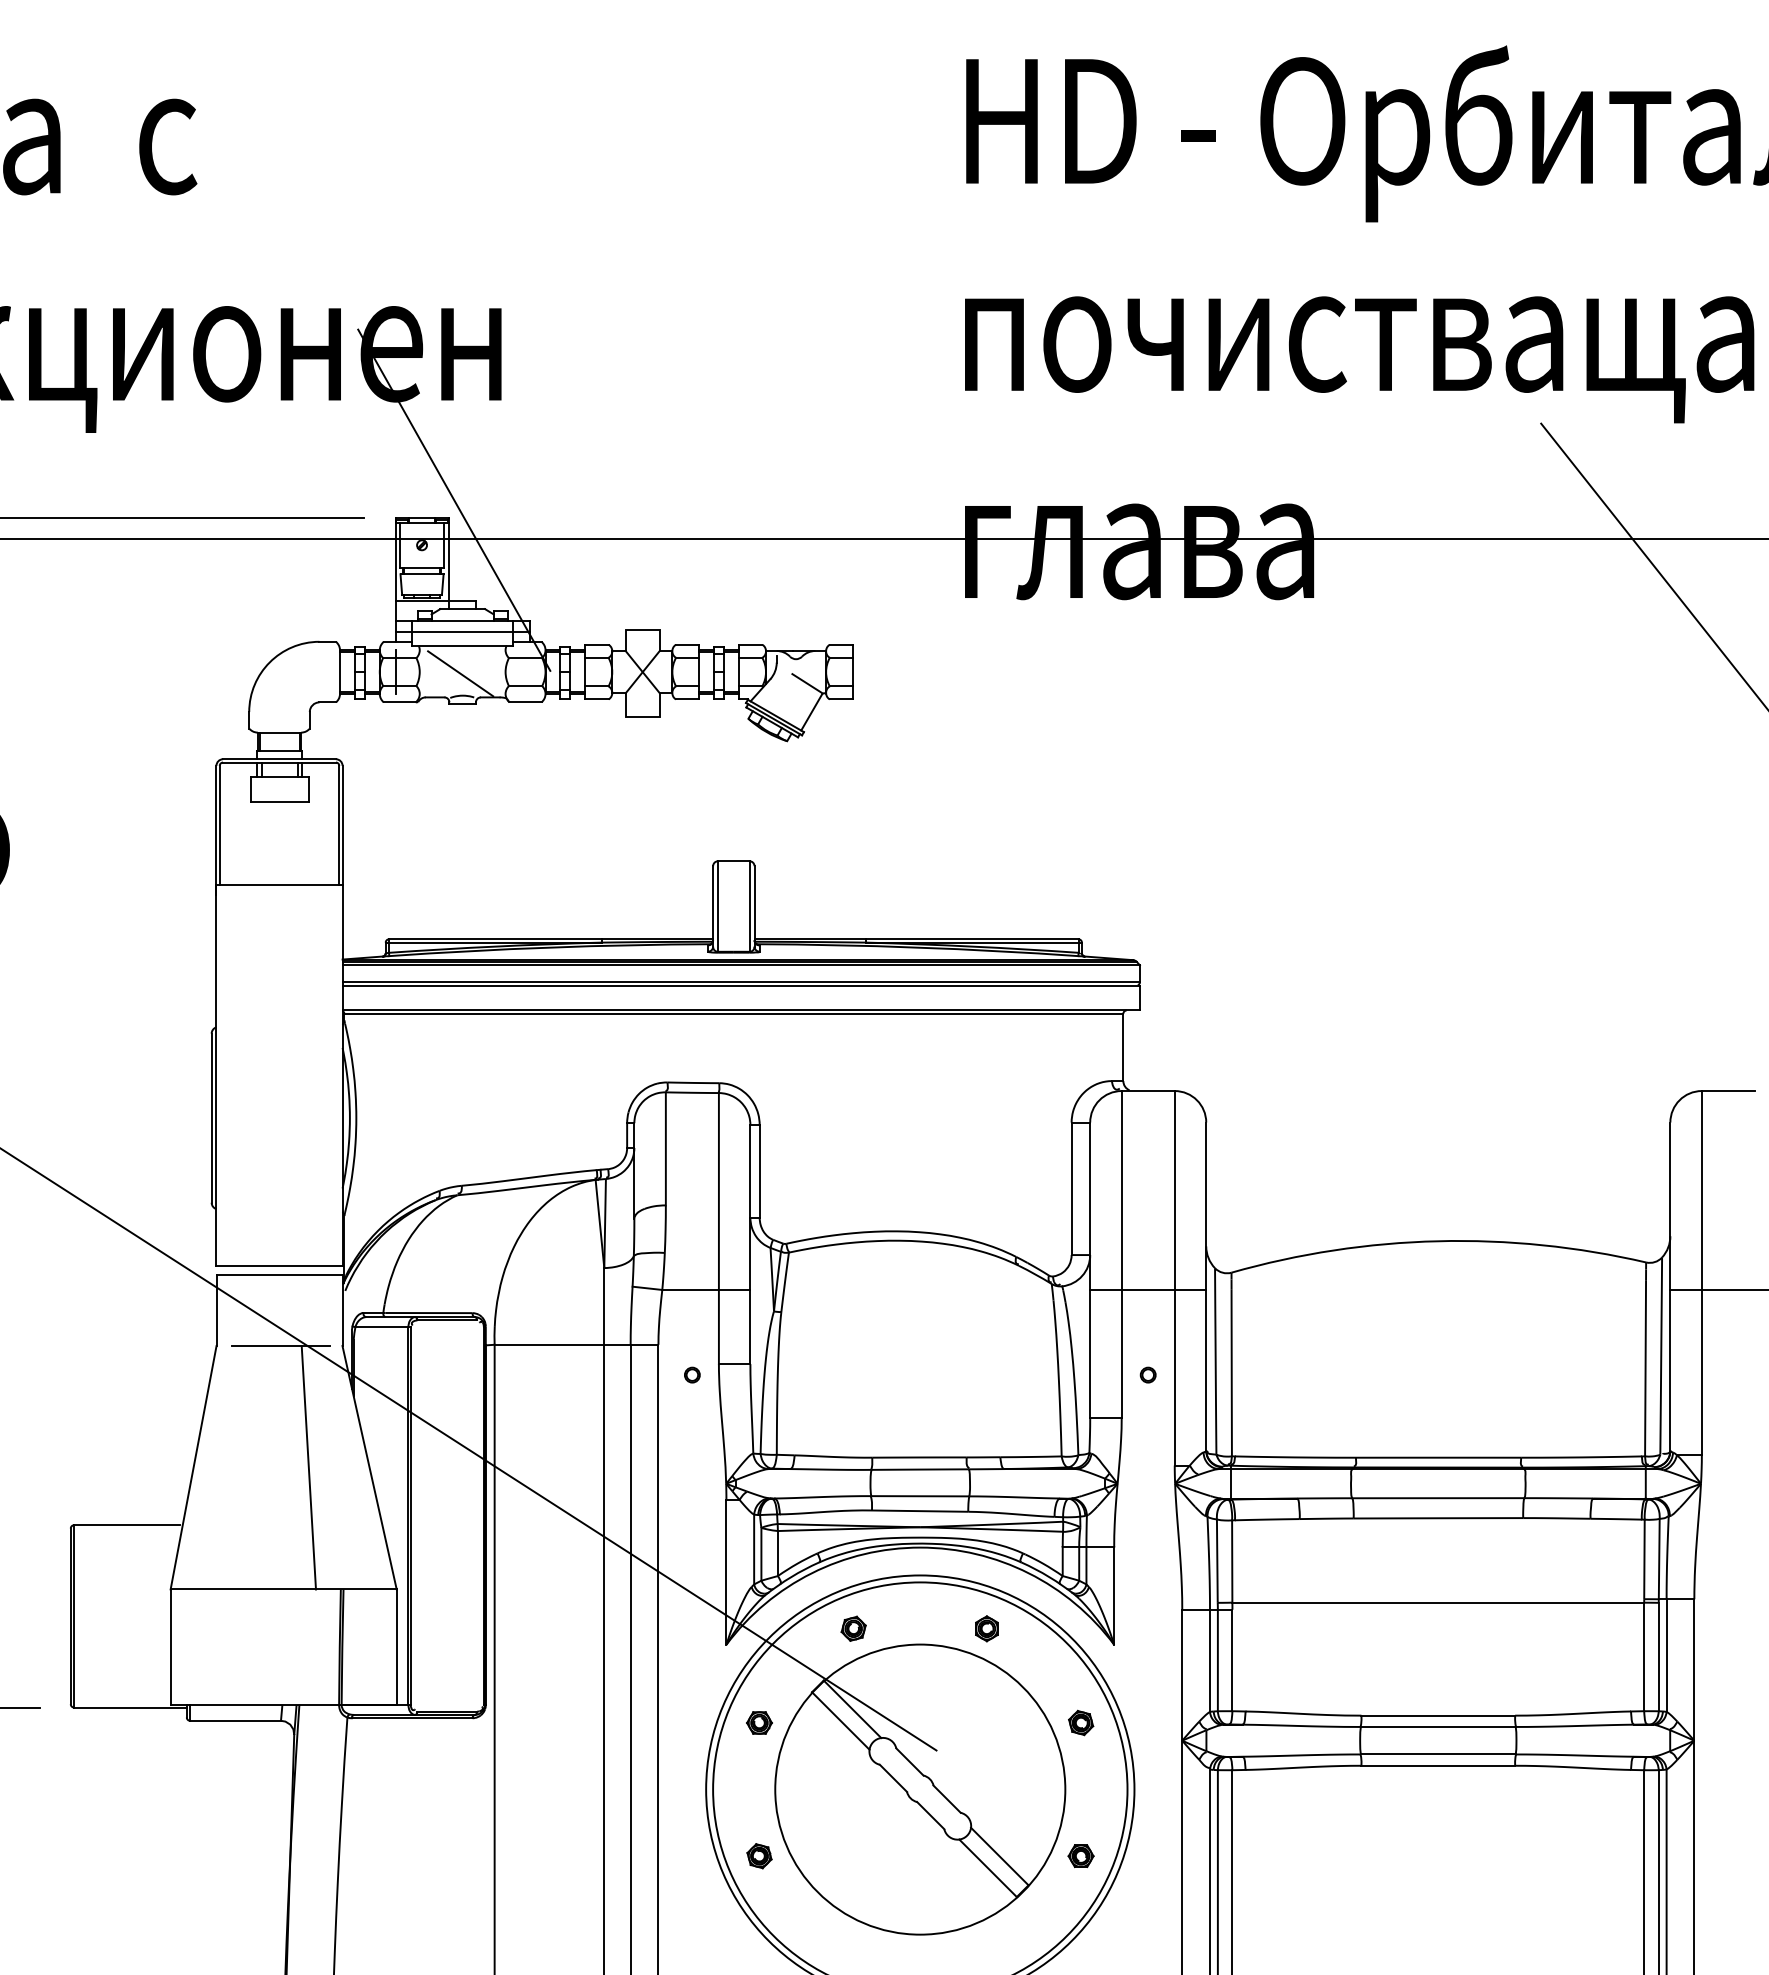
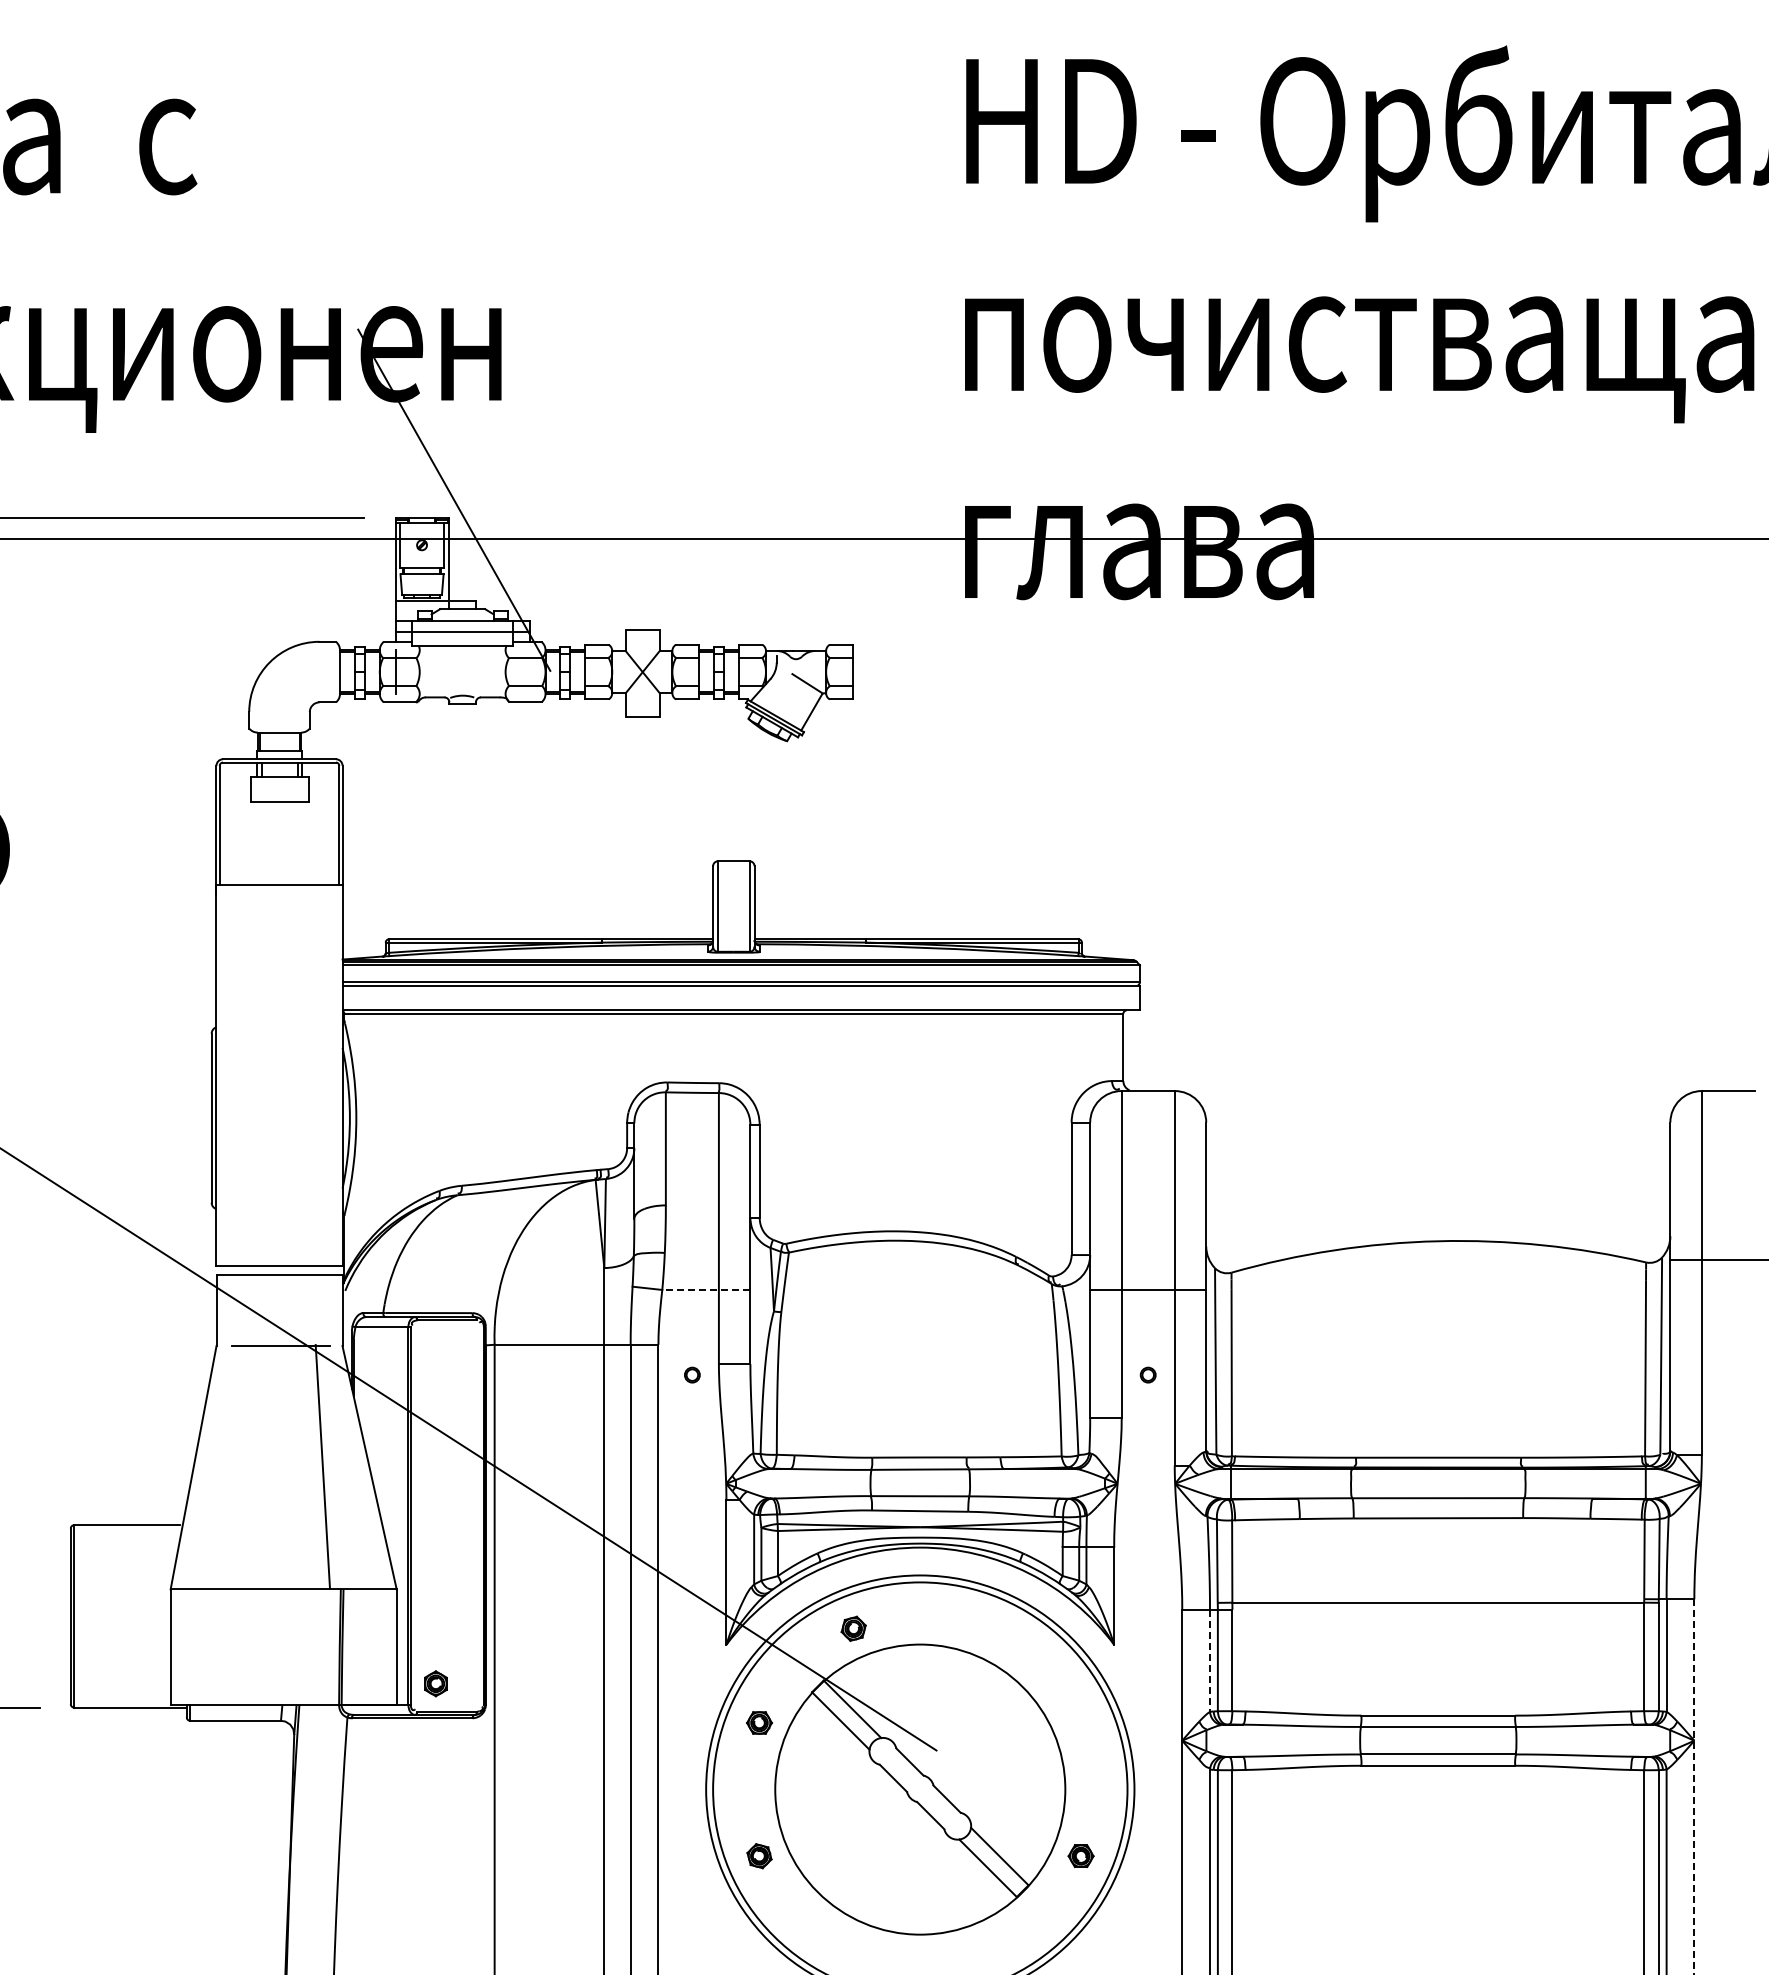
line at (1653, 564): present -> none
line at (460, 673): present -> none
line at (705, 1289): solid -> dashed
line at (1717, 1289) position: (1717, 1289) -> (1717, 1259)
line at (308, 1467) position: (308, 1467) -> (322, 1466)
part at (986, 1628) position: (986, 1628) -> (435, 1683)
line at (1210, 1661): solid -> dashed
part at (1081, 1722): present -> none
line at (1694, 1786): solid -> dashed
